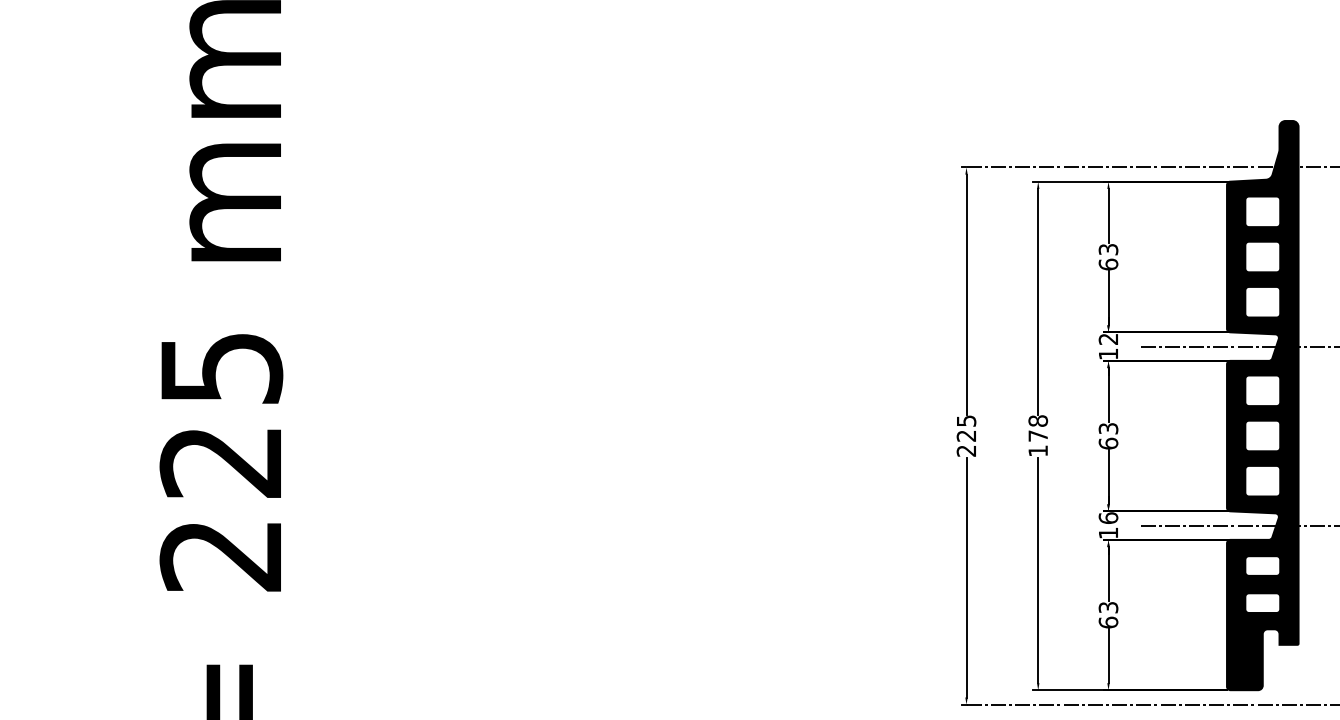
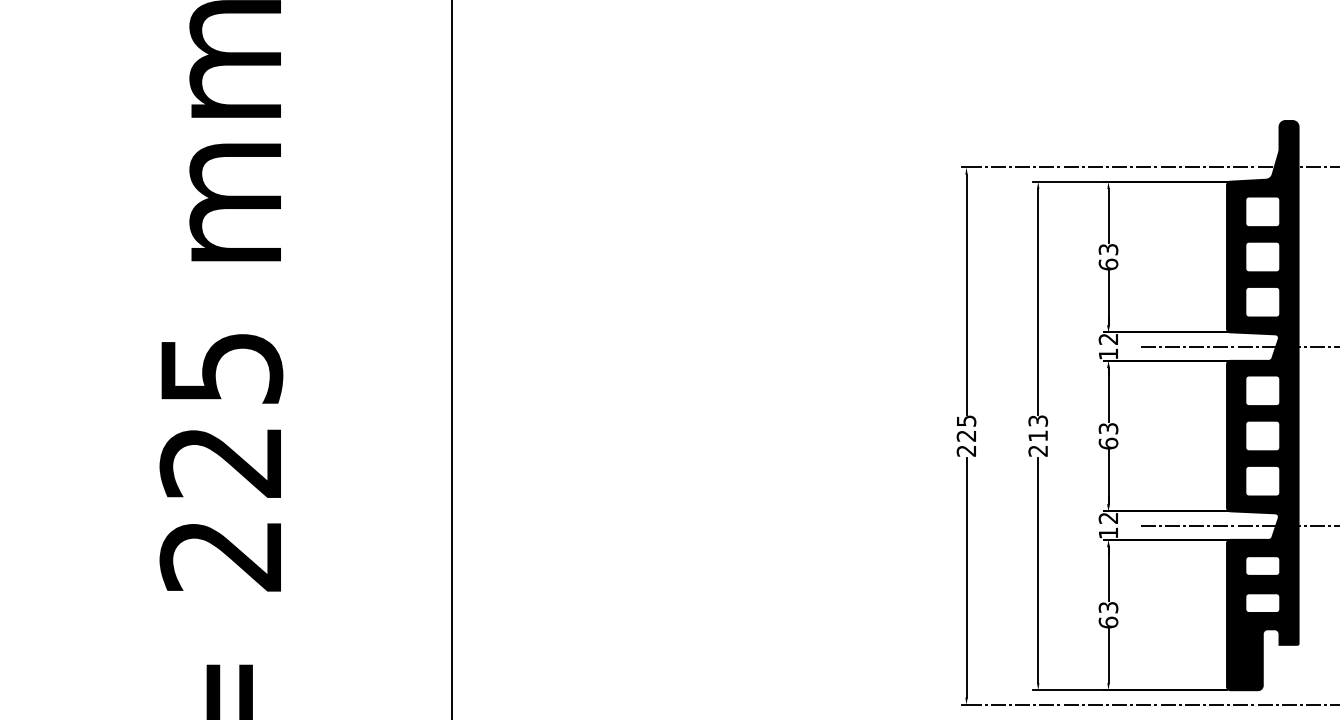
line at (451, 359): none -> present
text at (1038, 435): 178 -> 213
text at (1108, 517): 16 -> 12
